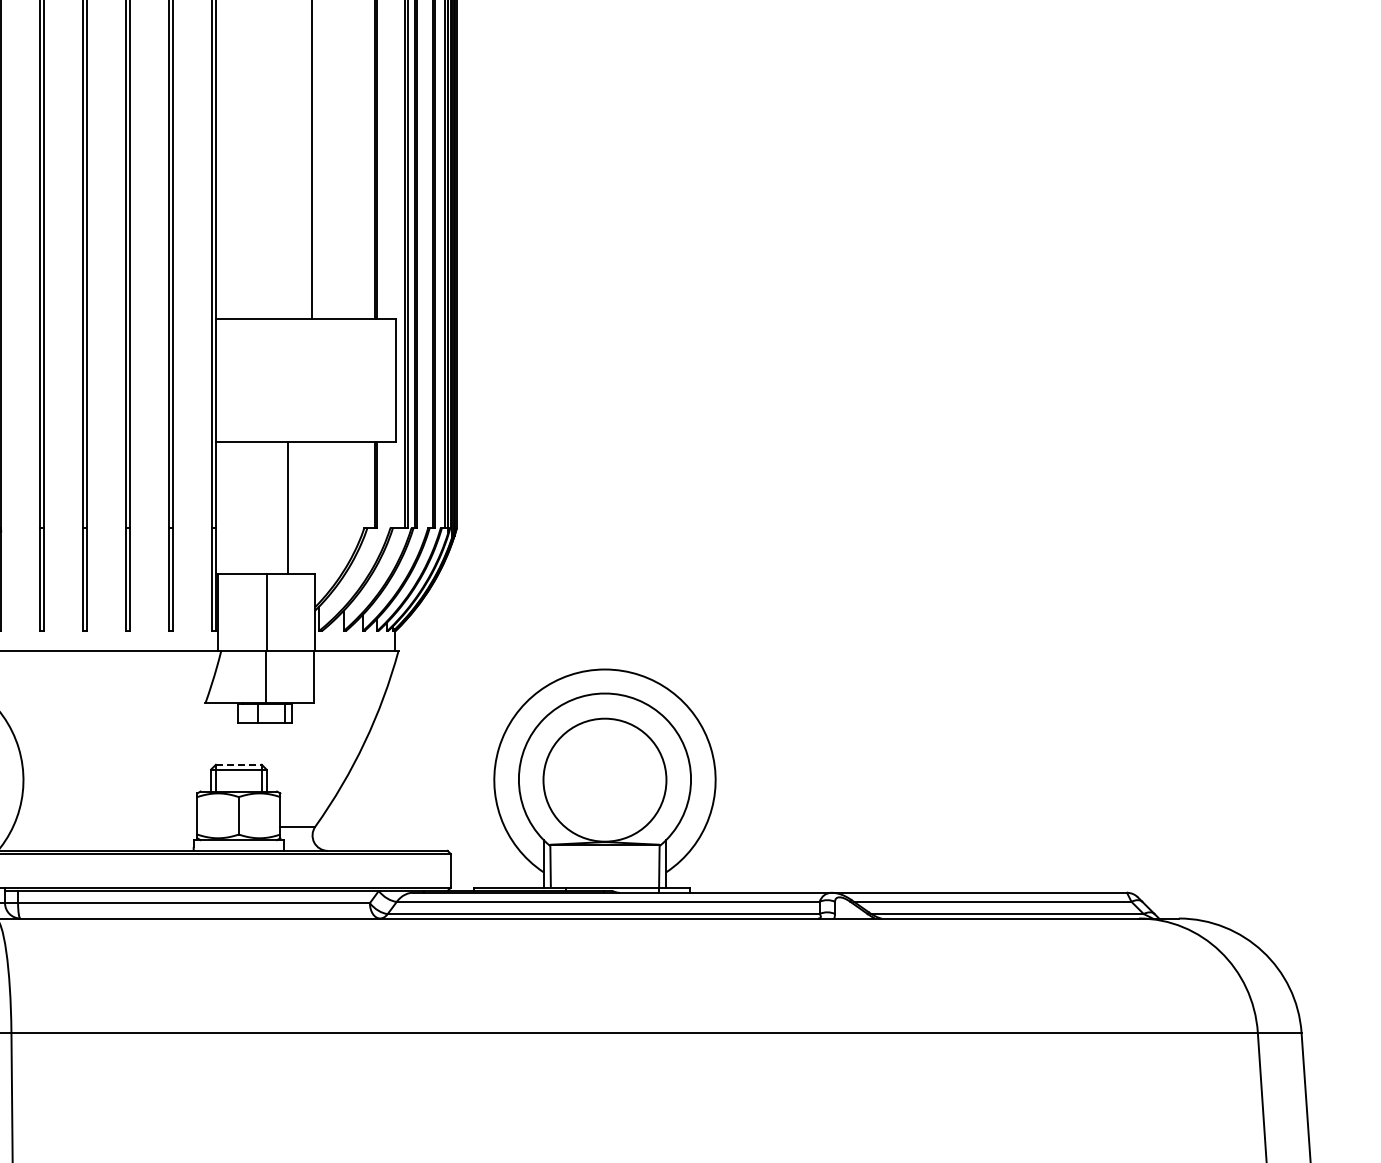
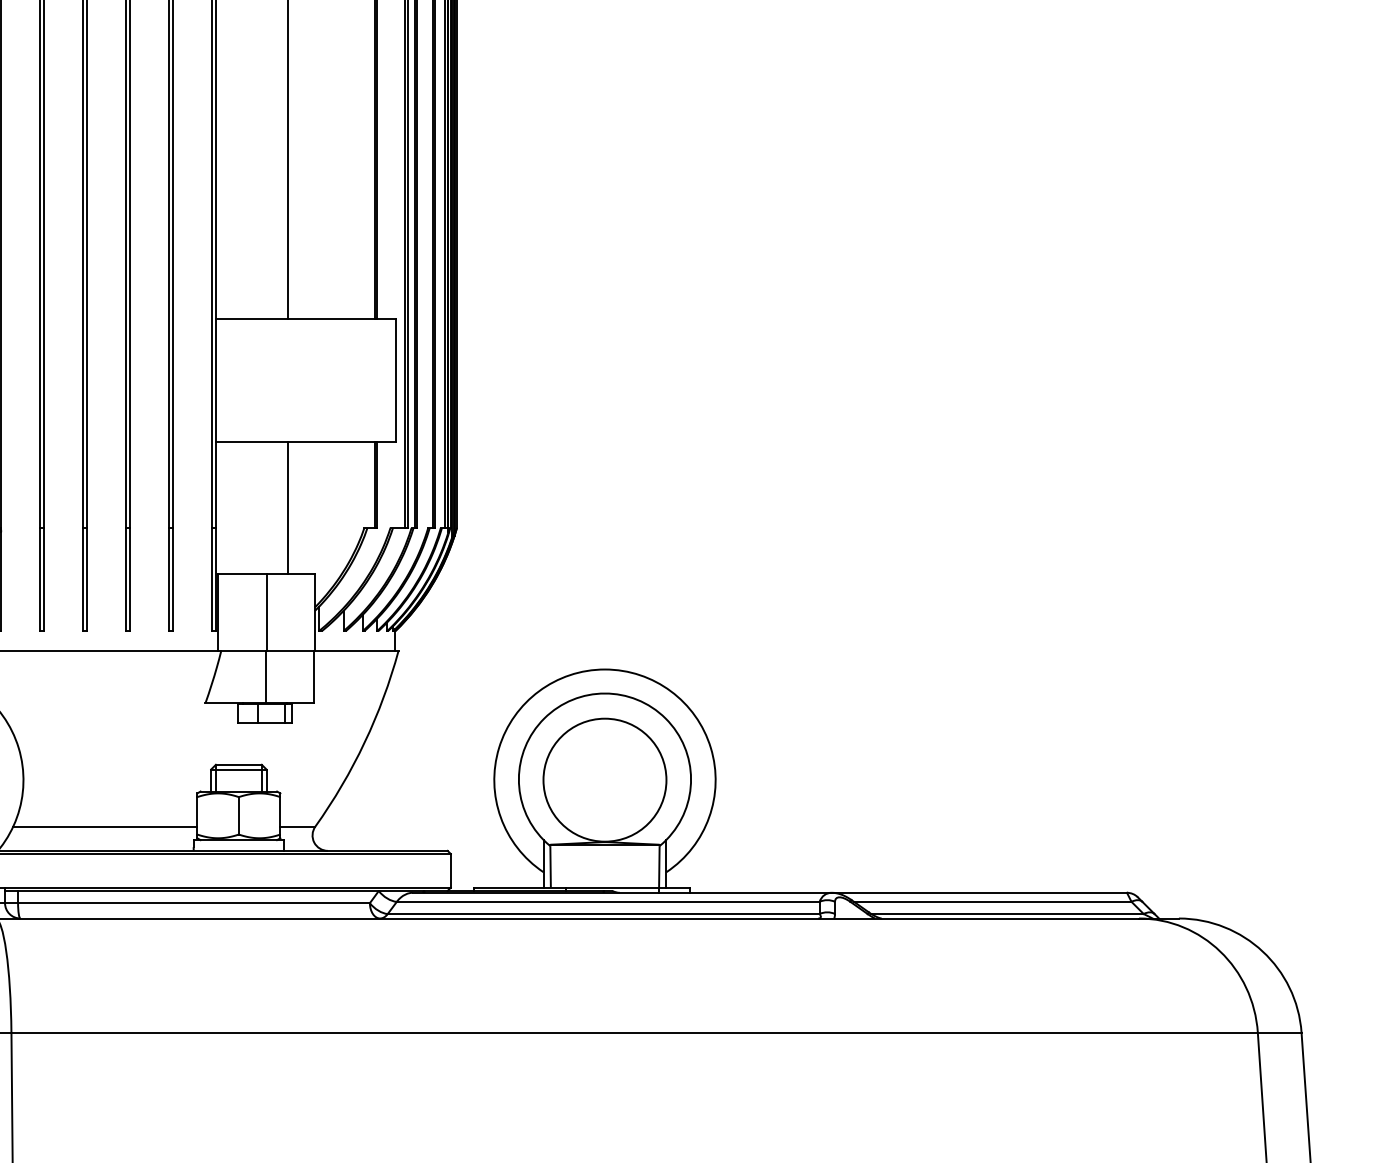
line at (312, 160) position: (312, 160) -> (288, 160)
line at (238, 764): dashed -> solid
line at (105, 826): none -> present
